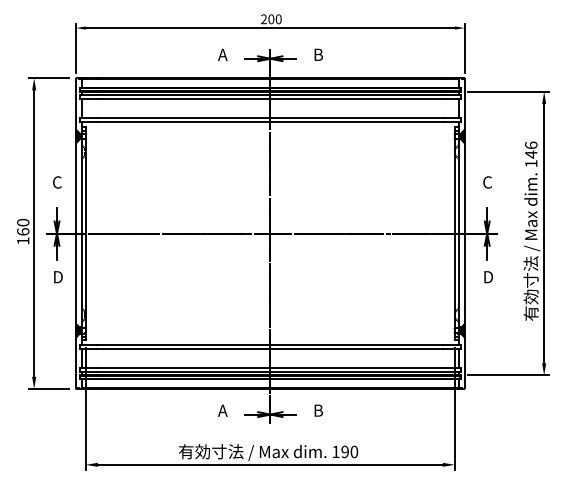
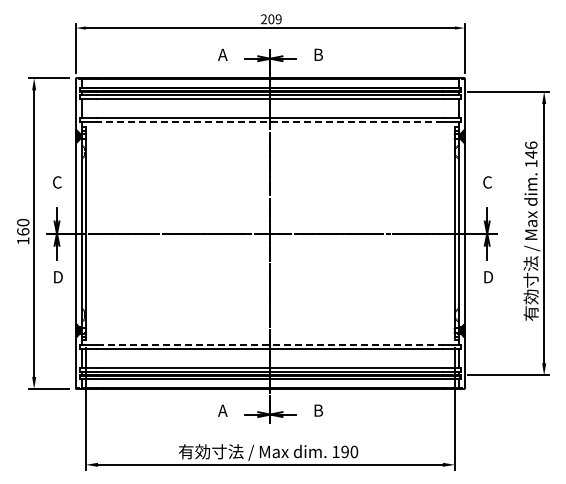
text at (278, 19): 200 -> 209
line at (270, 122): solid -> dashed
line at (270, 344): solid -> dashed
